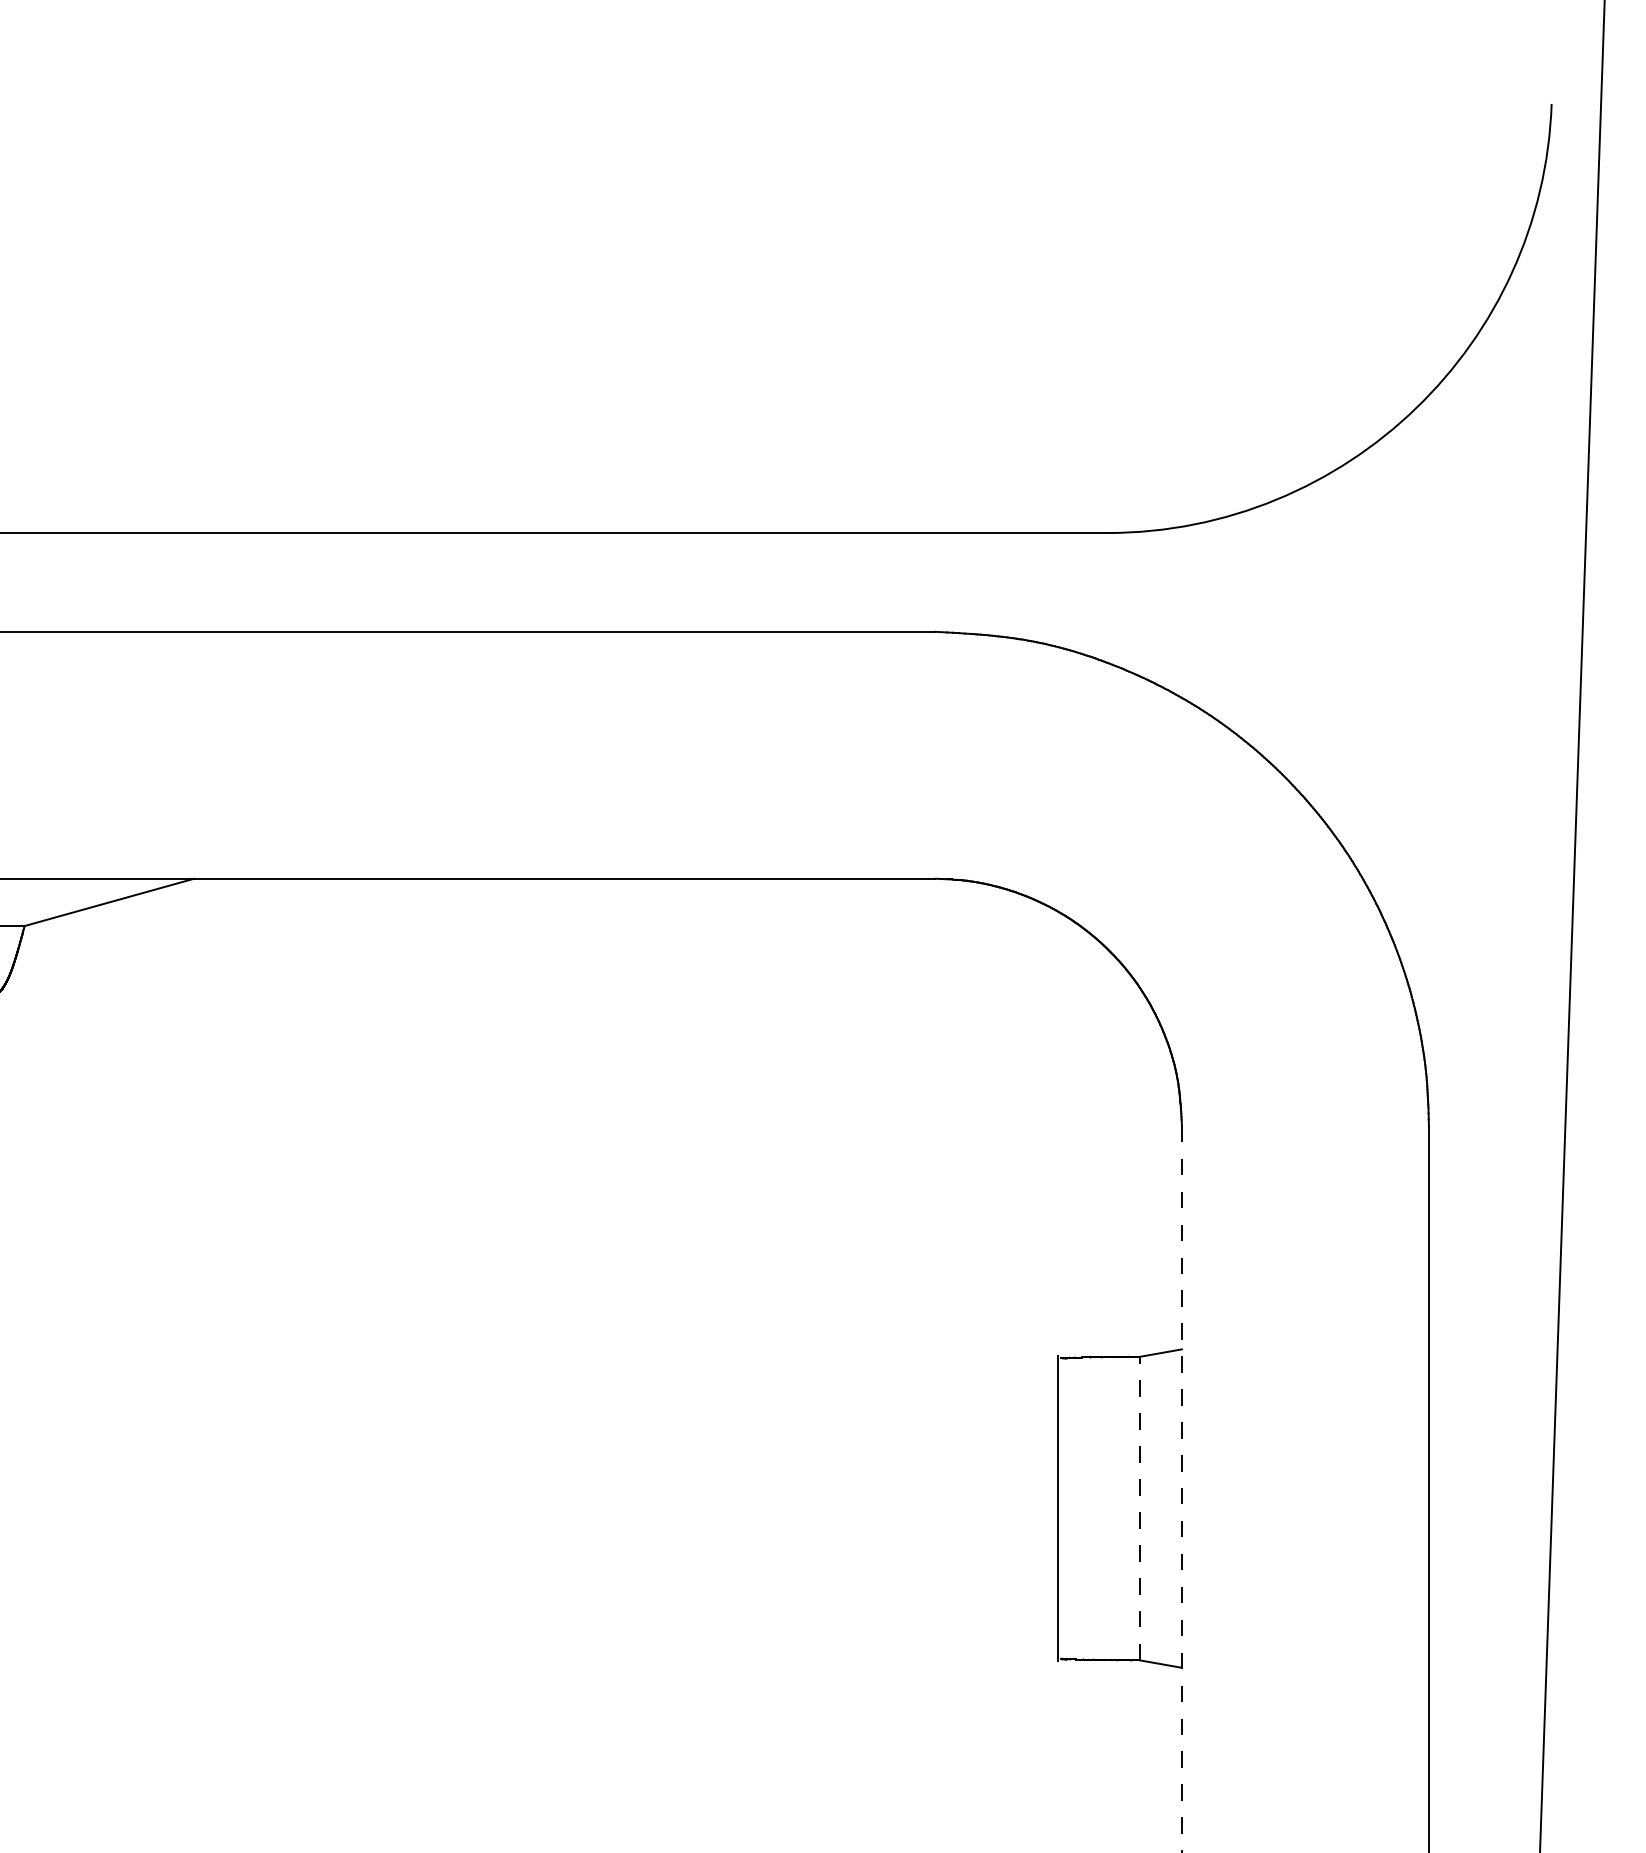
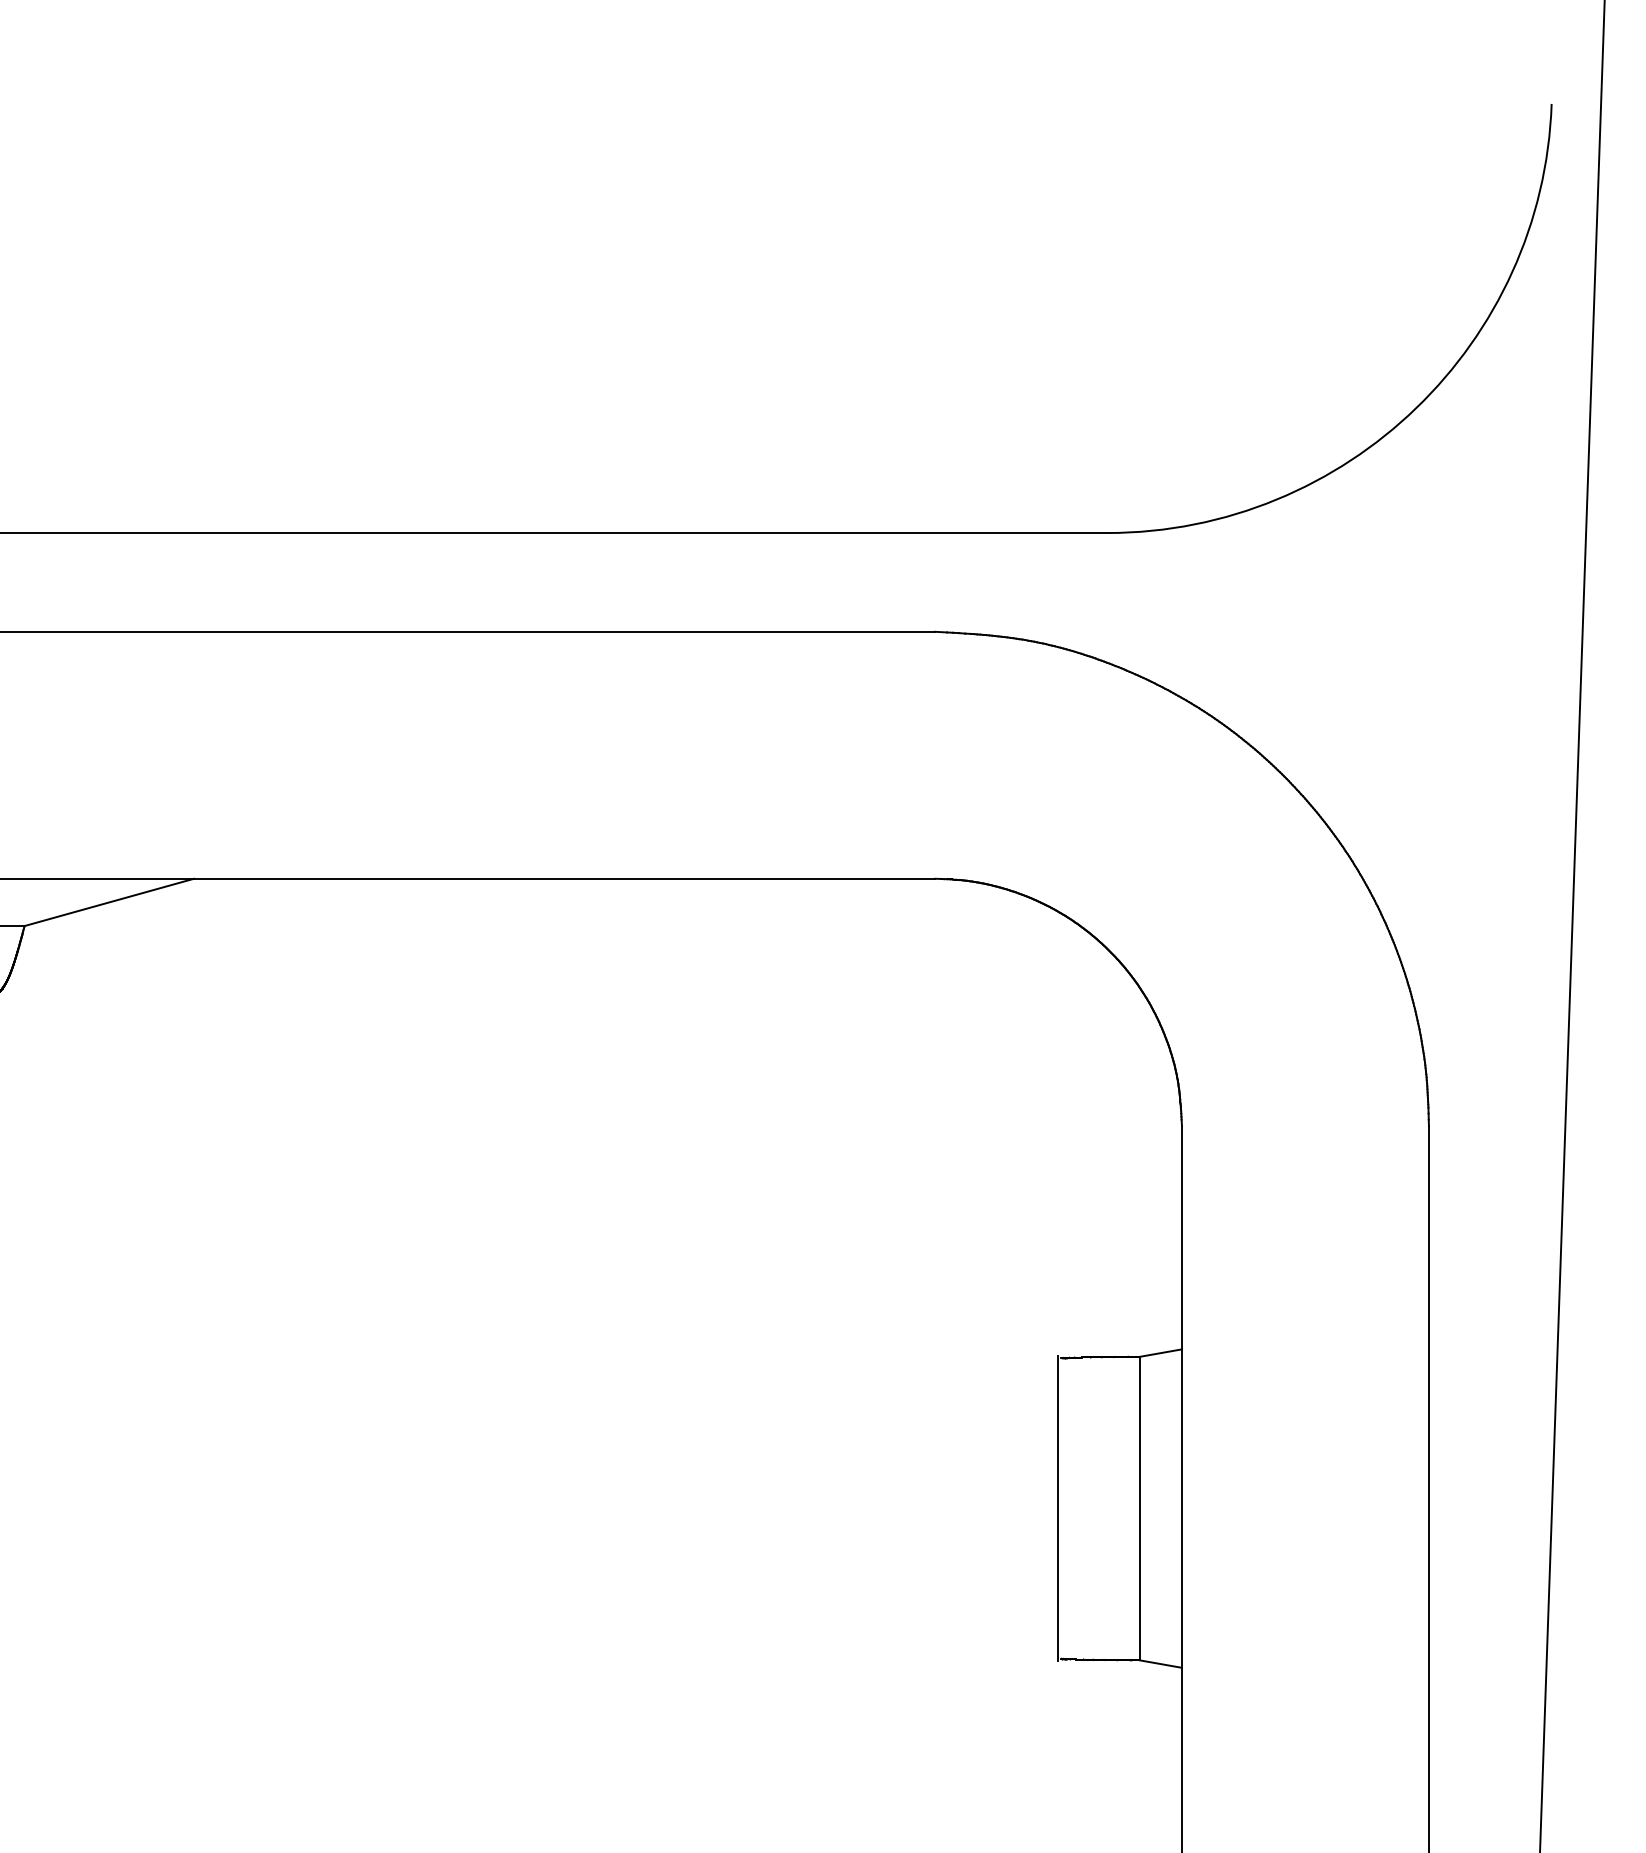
line at (1181, 1489): dashed -> solid
line at (1140, 1508): dashed -> solid
